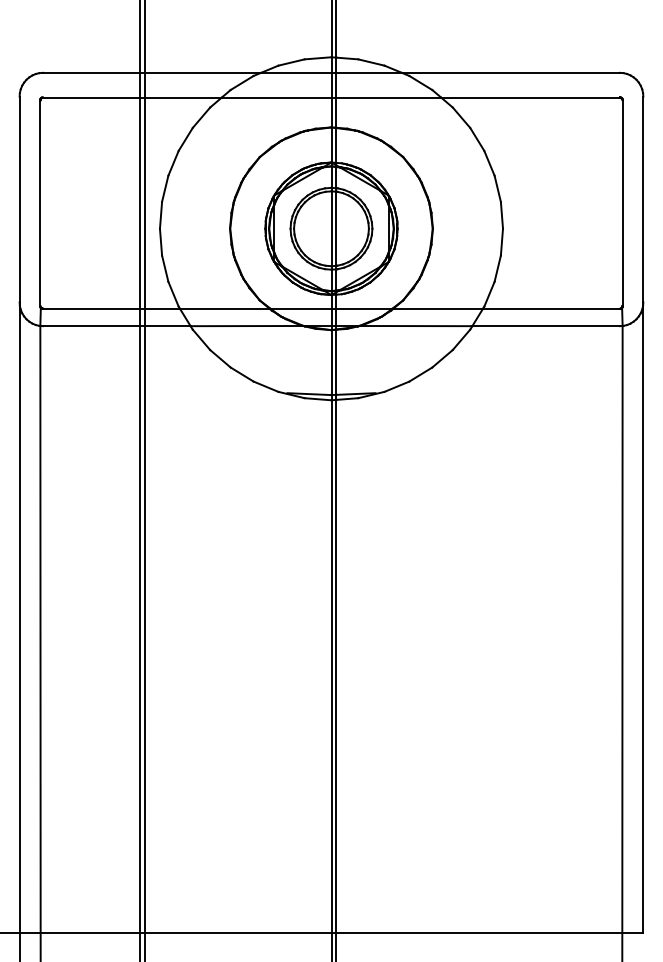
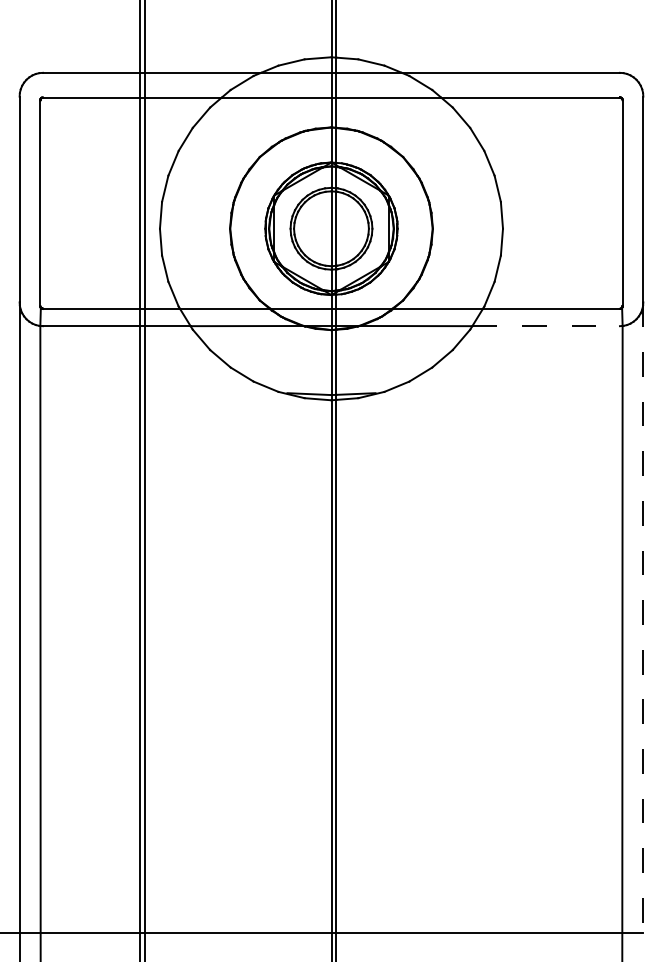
line at (546, 326): solid -> dashed
line at (643, 618): solid -> dashed
